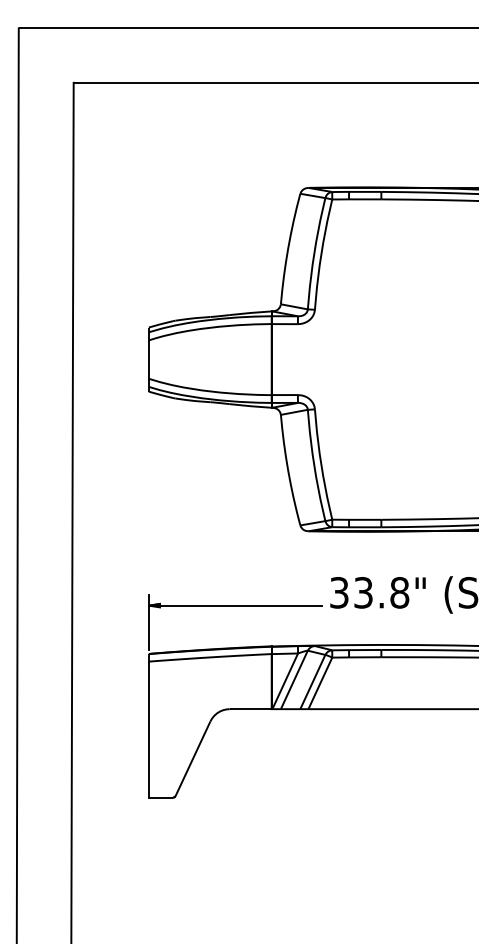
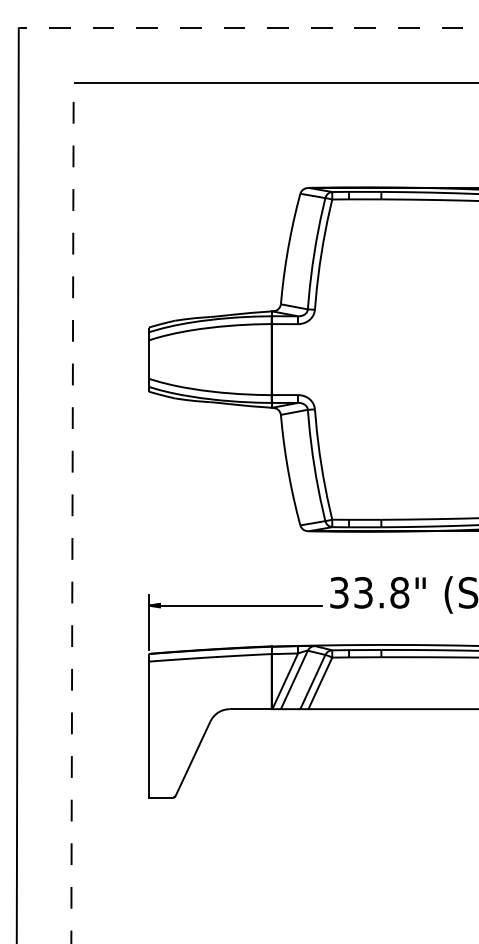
line at (248, 28): solid -> dashed
line at (72, 512): solid -> dashed
